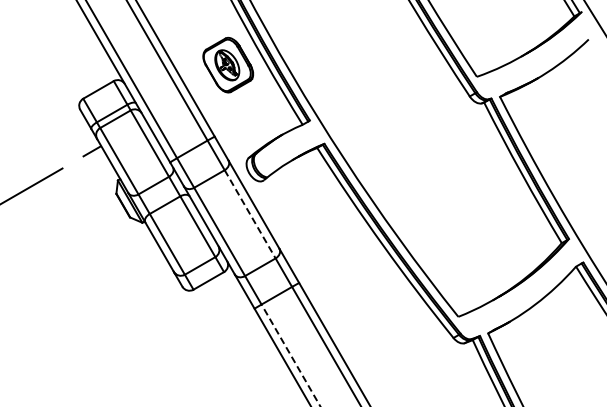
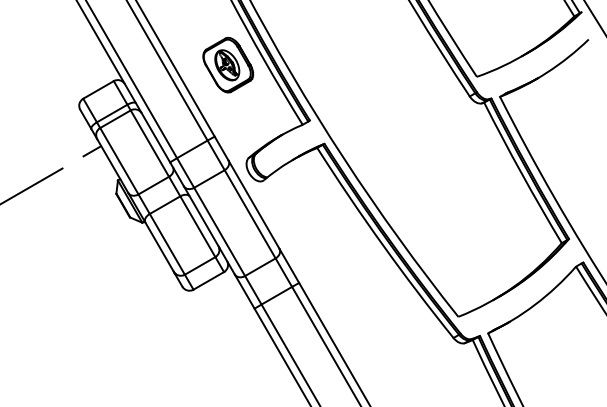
line at (250, 214): dashed -> solid
line at (291, 355): dashed -> solid
